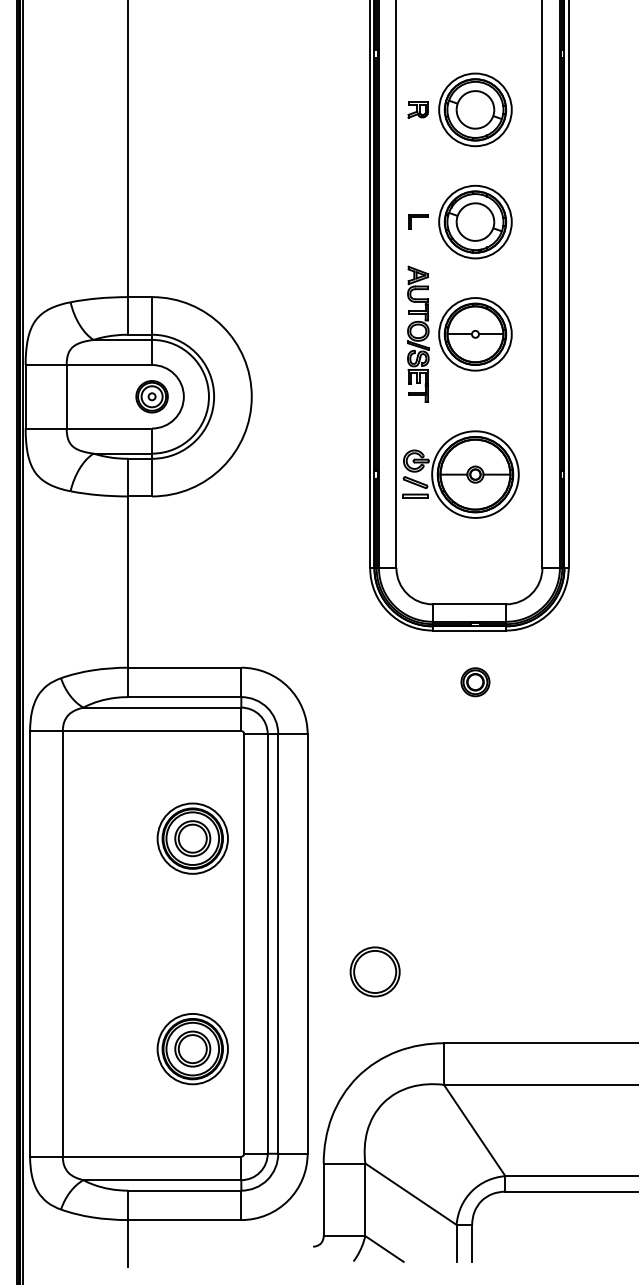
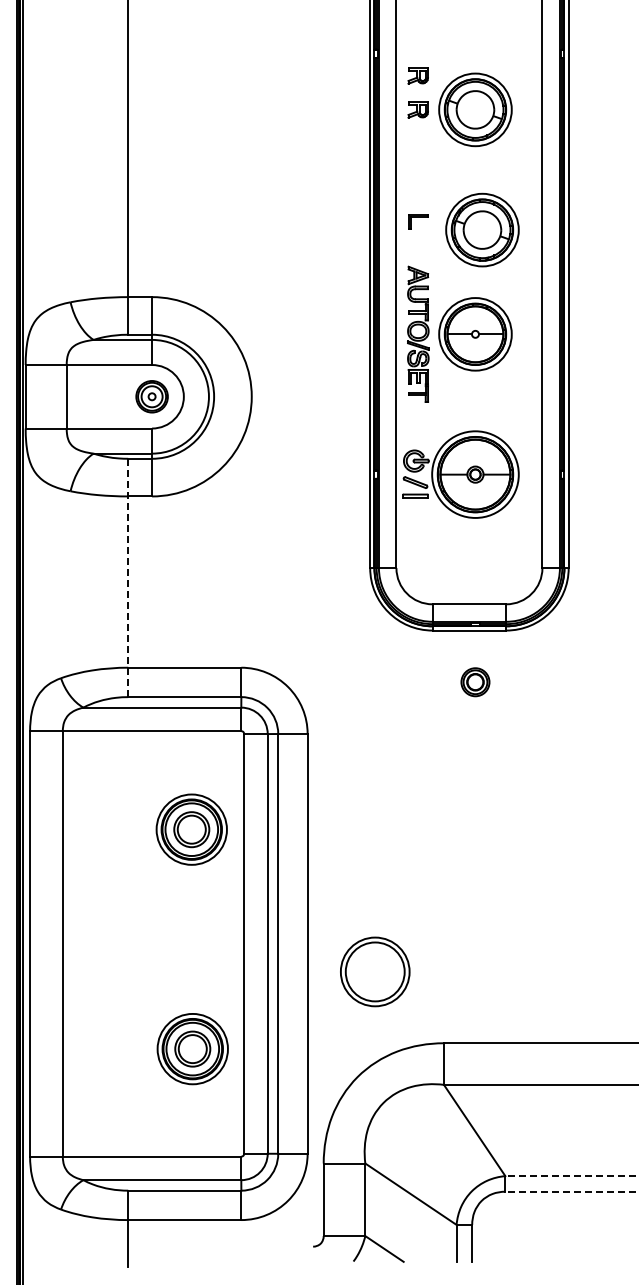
part at (417, 75): none -> present
part at (475, 221) position: (475, 221) -> (482, 229)
line at (128, 577): solid -> dashed
part at (192, 838) position: (192, 838) -> (191, 829)
part at (374, 971) size: 52x52 px -> 71x72 px
line at (571, 1176): solid -> dashed
line at (571, 1191): solid -> dashed
